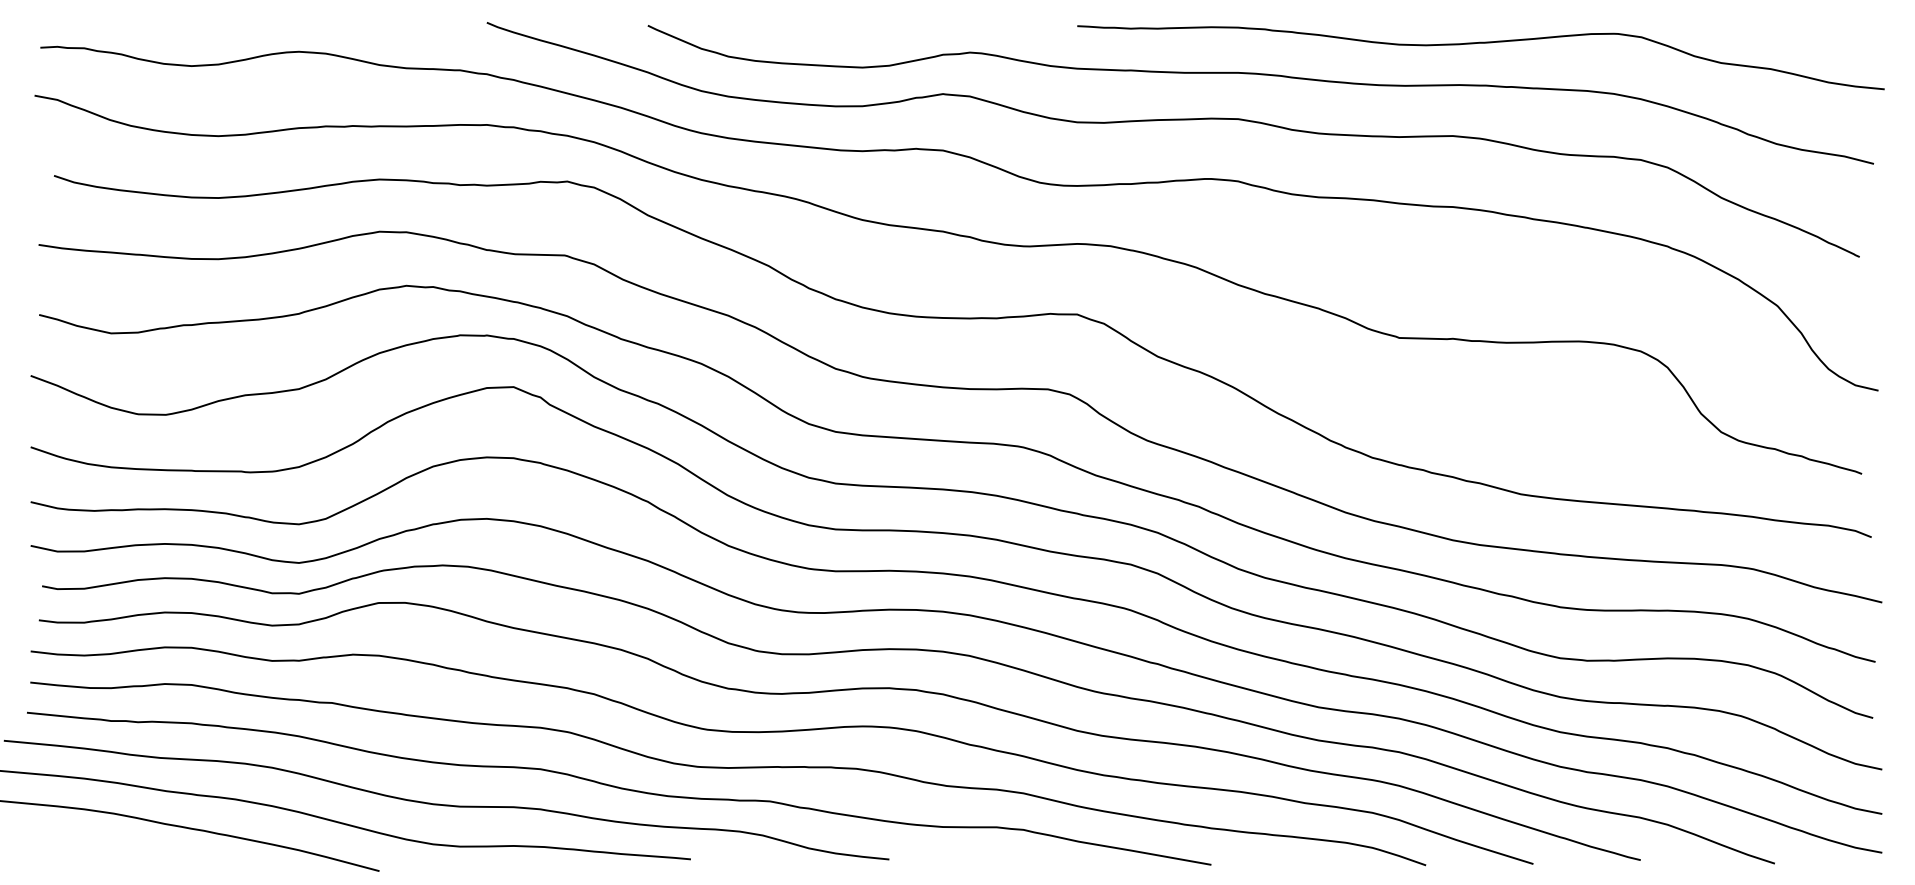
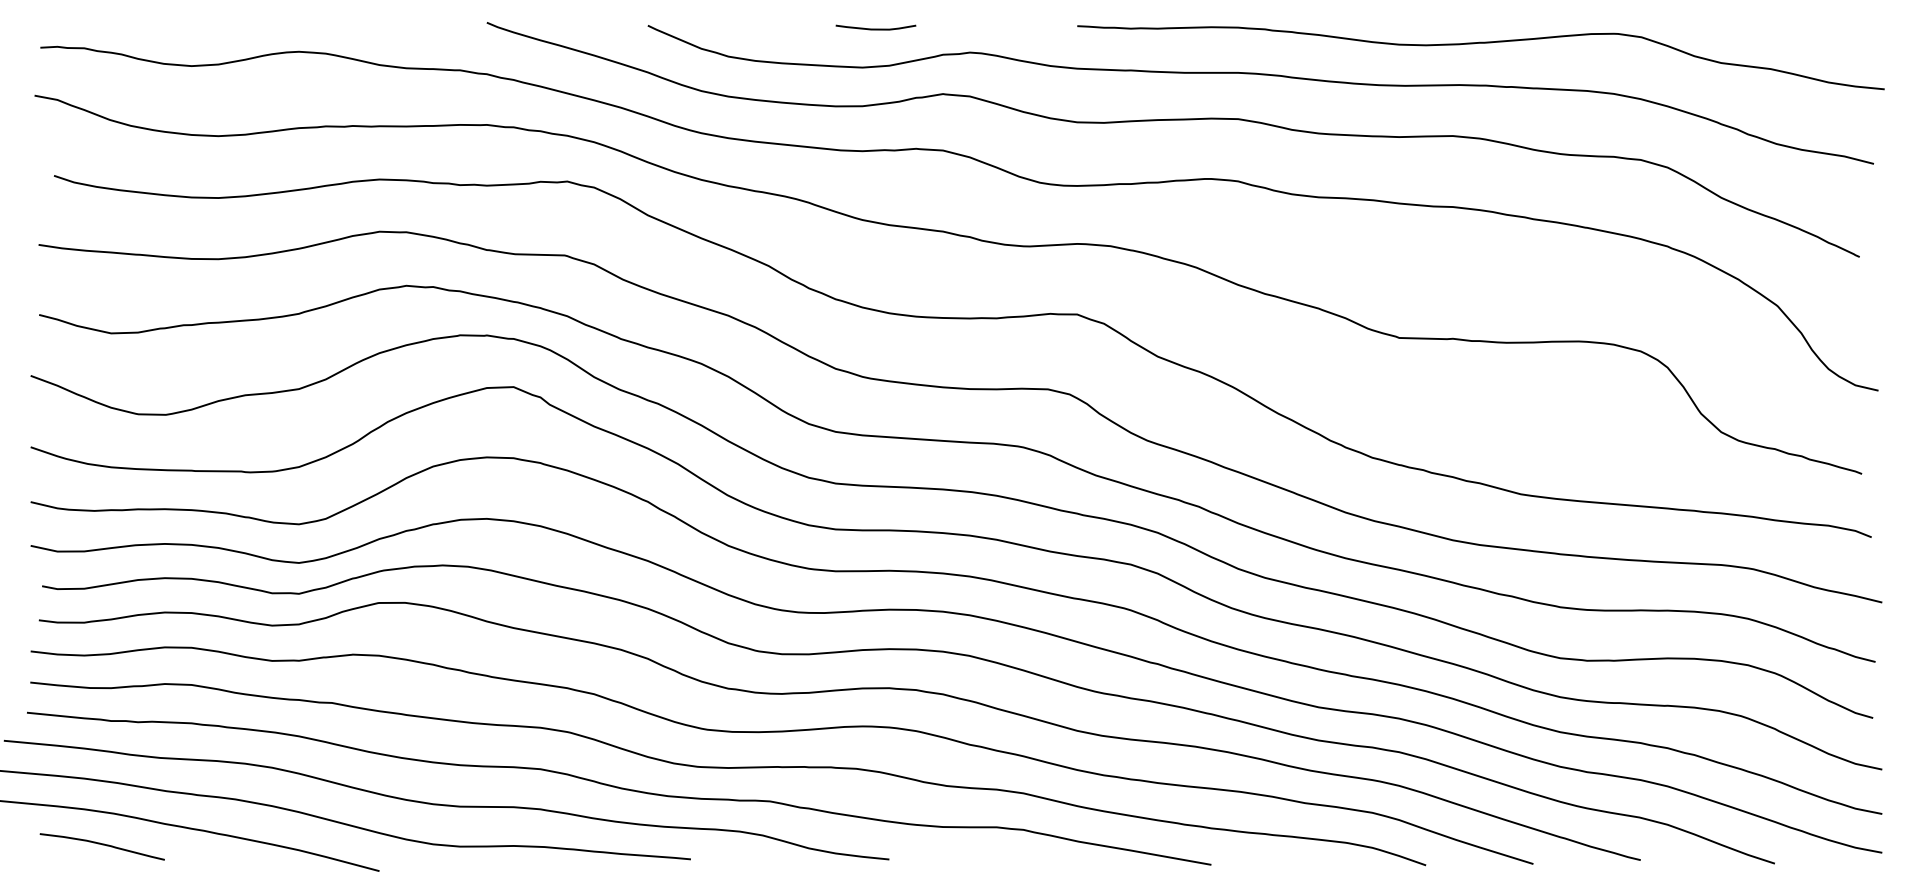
curve at (875, 28): none -> present
curve at (102, 845): none -> present
